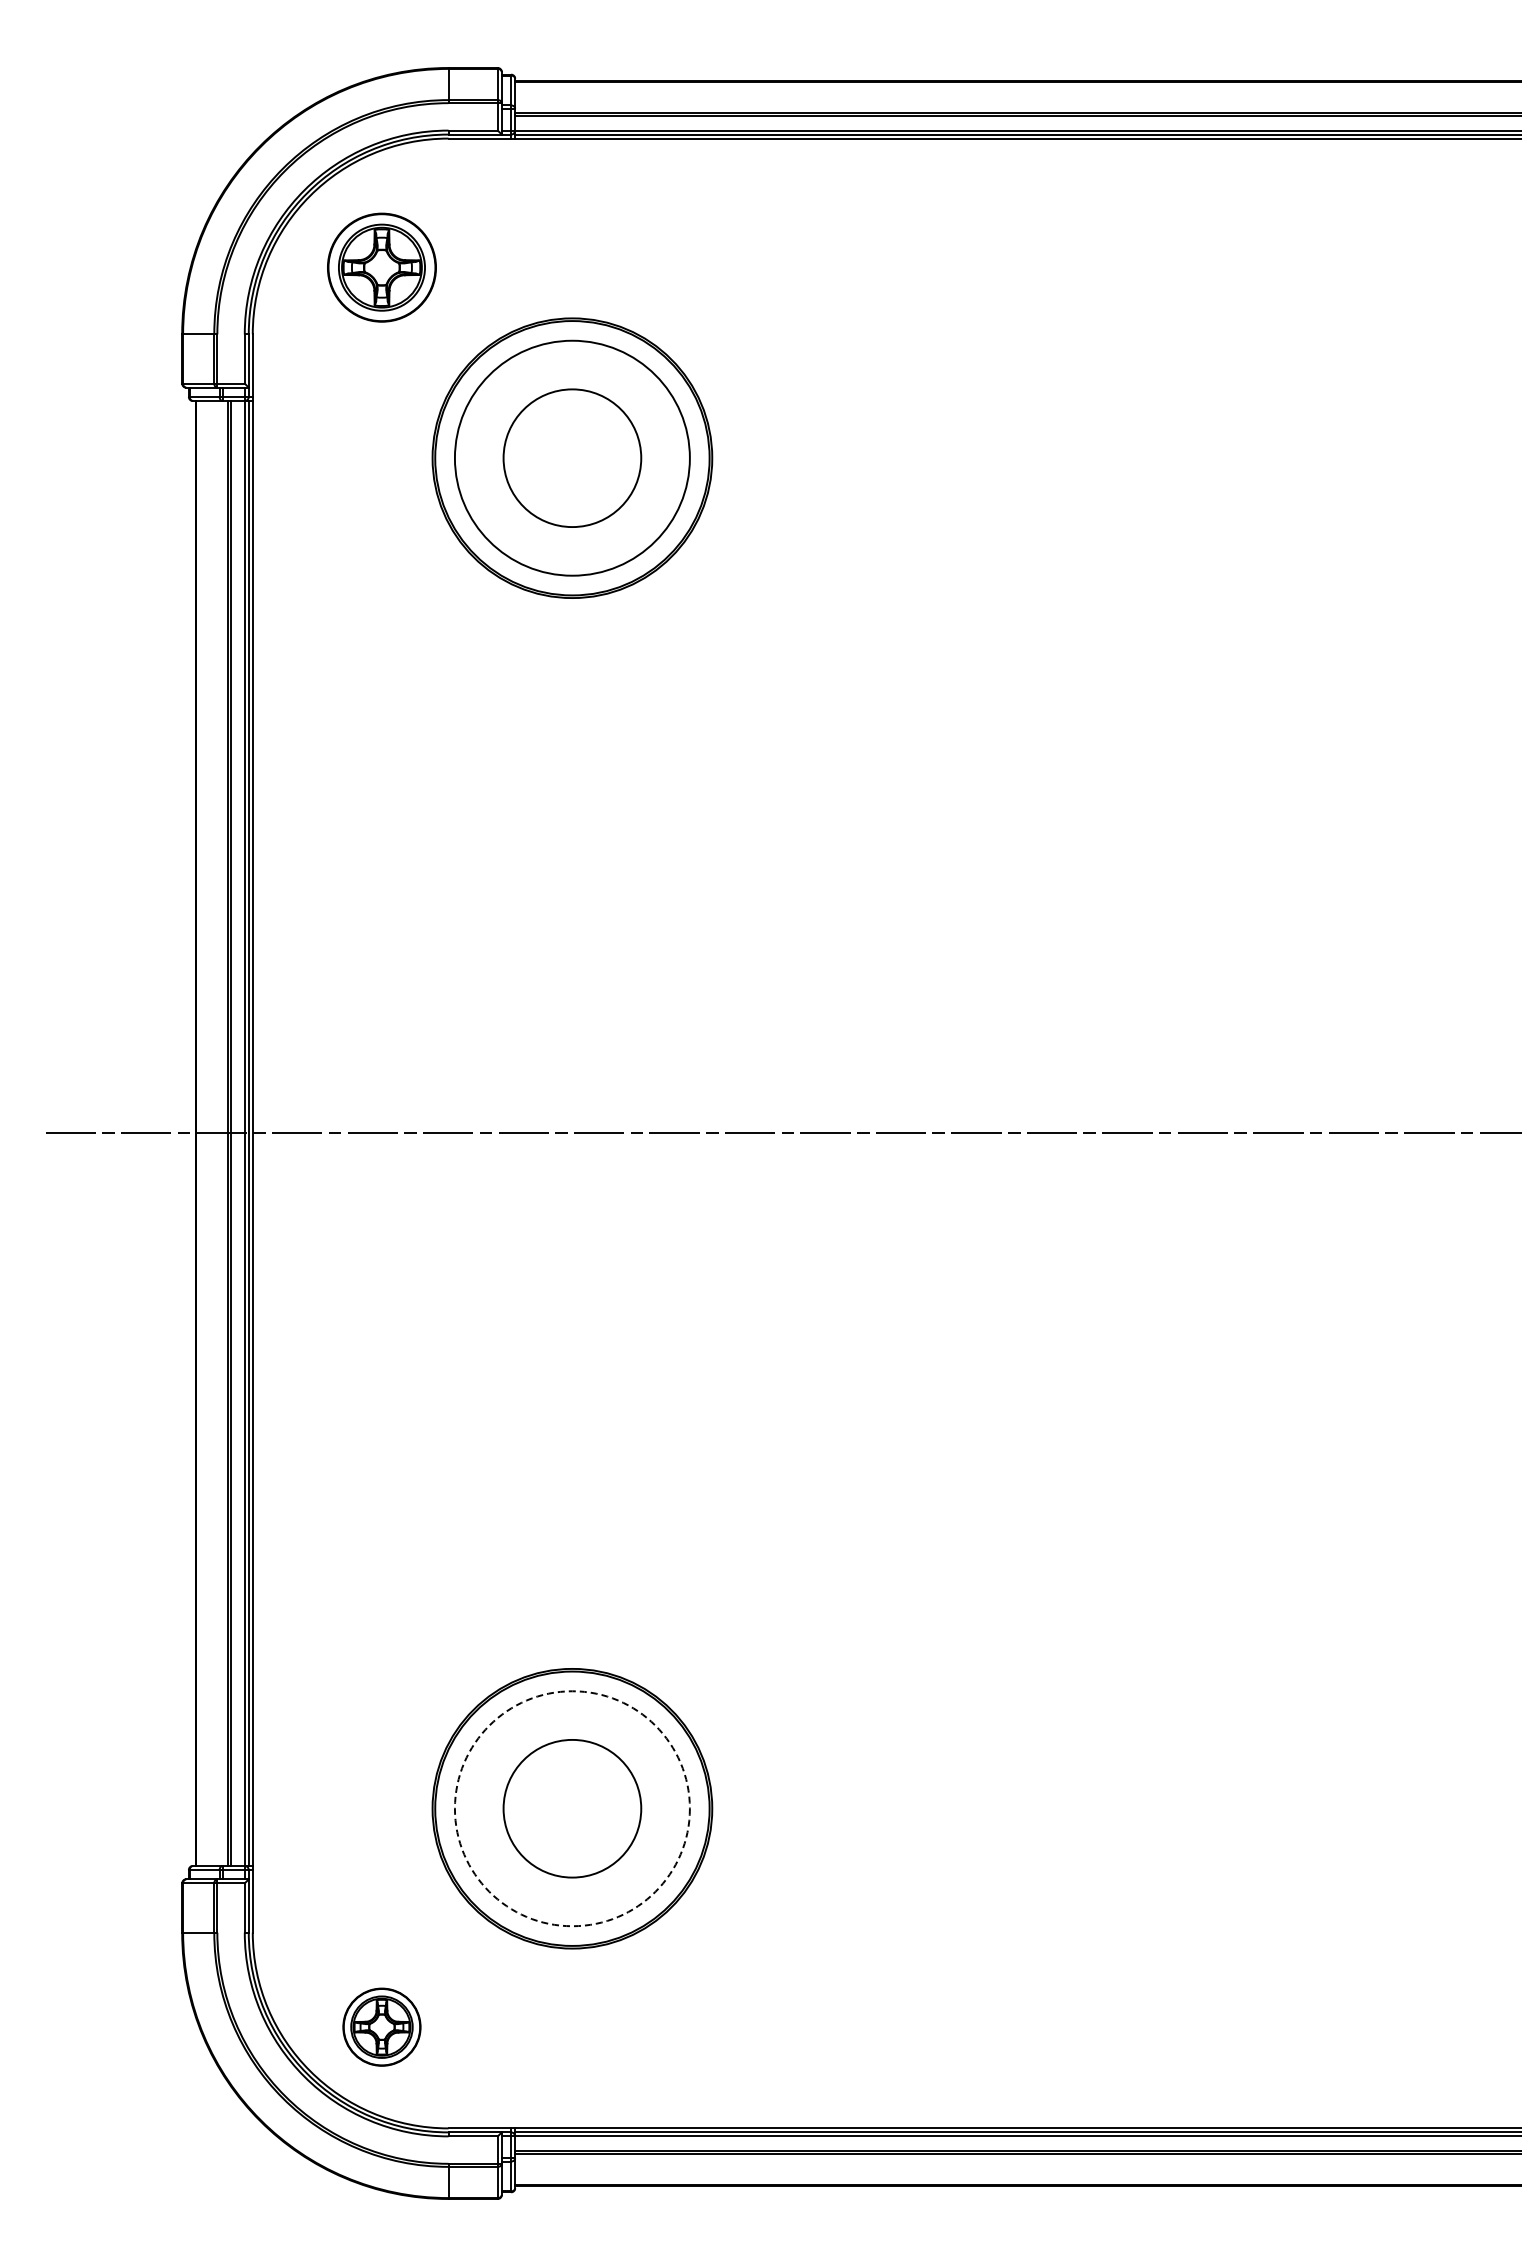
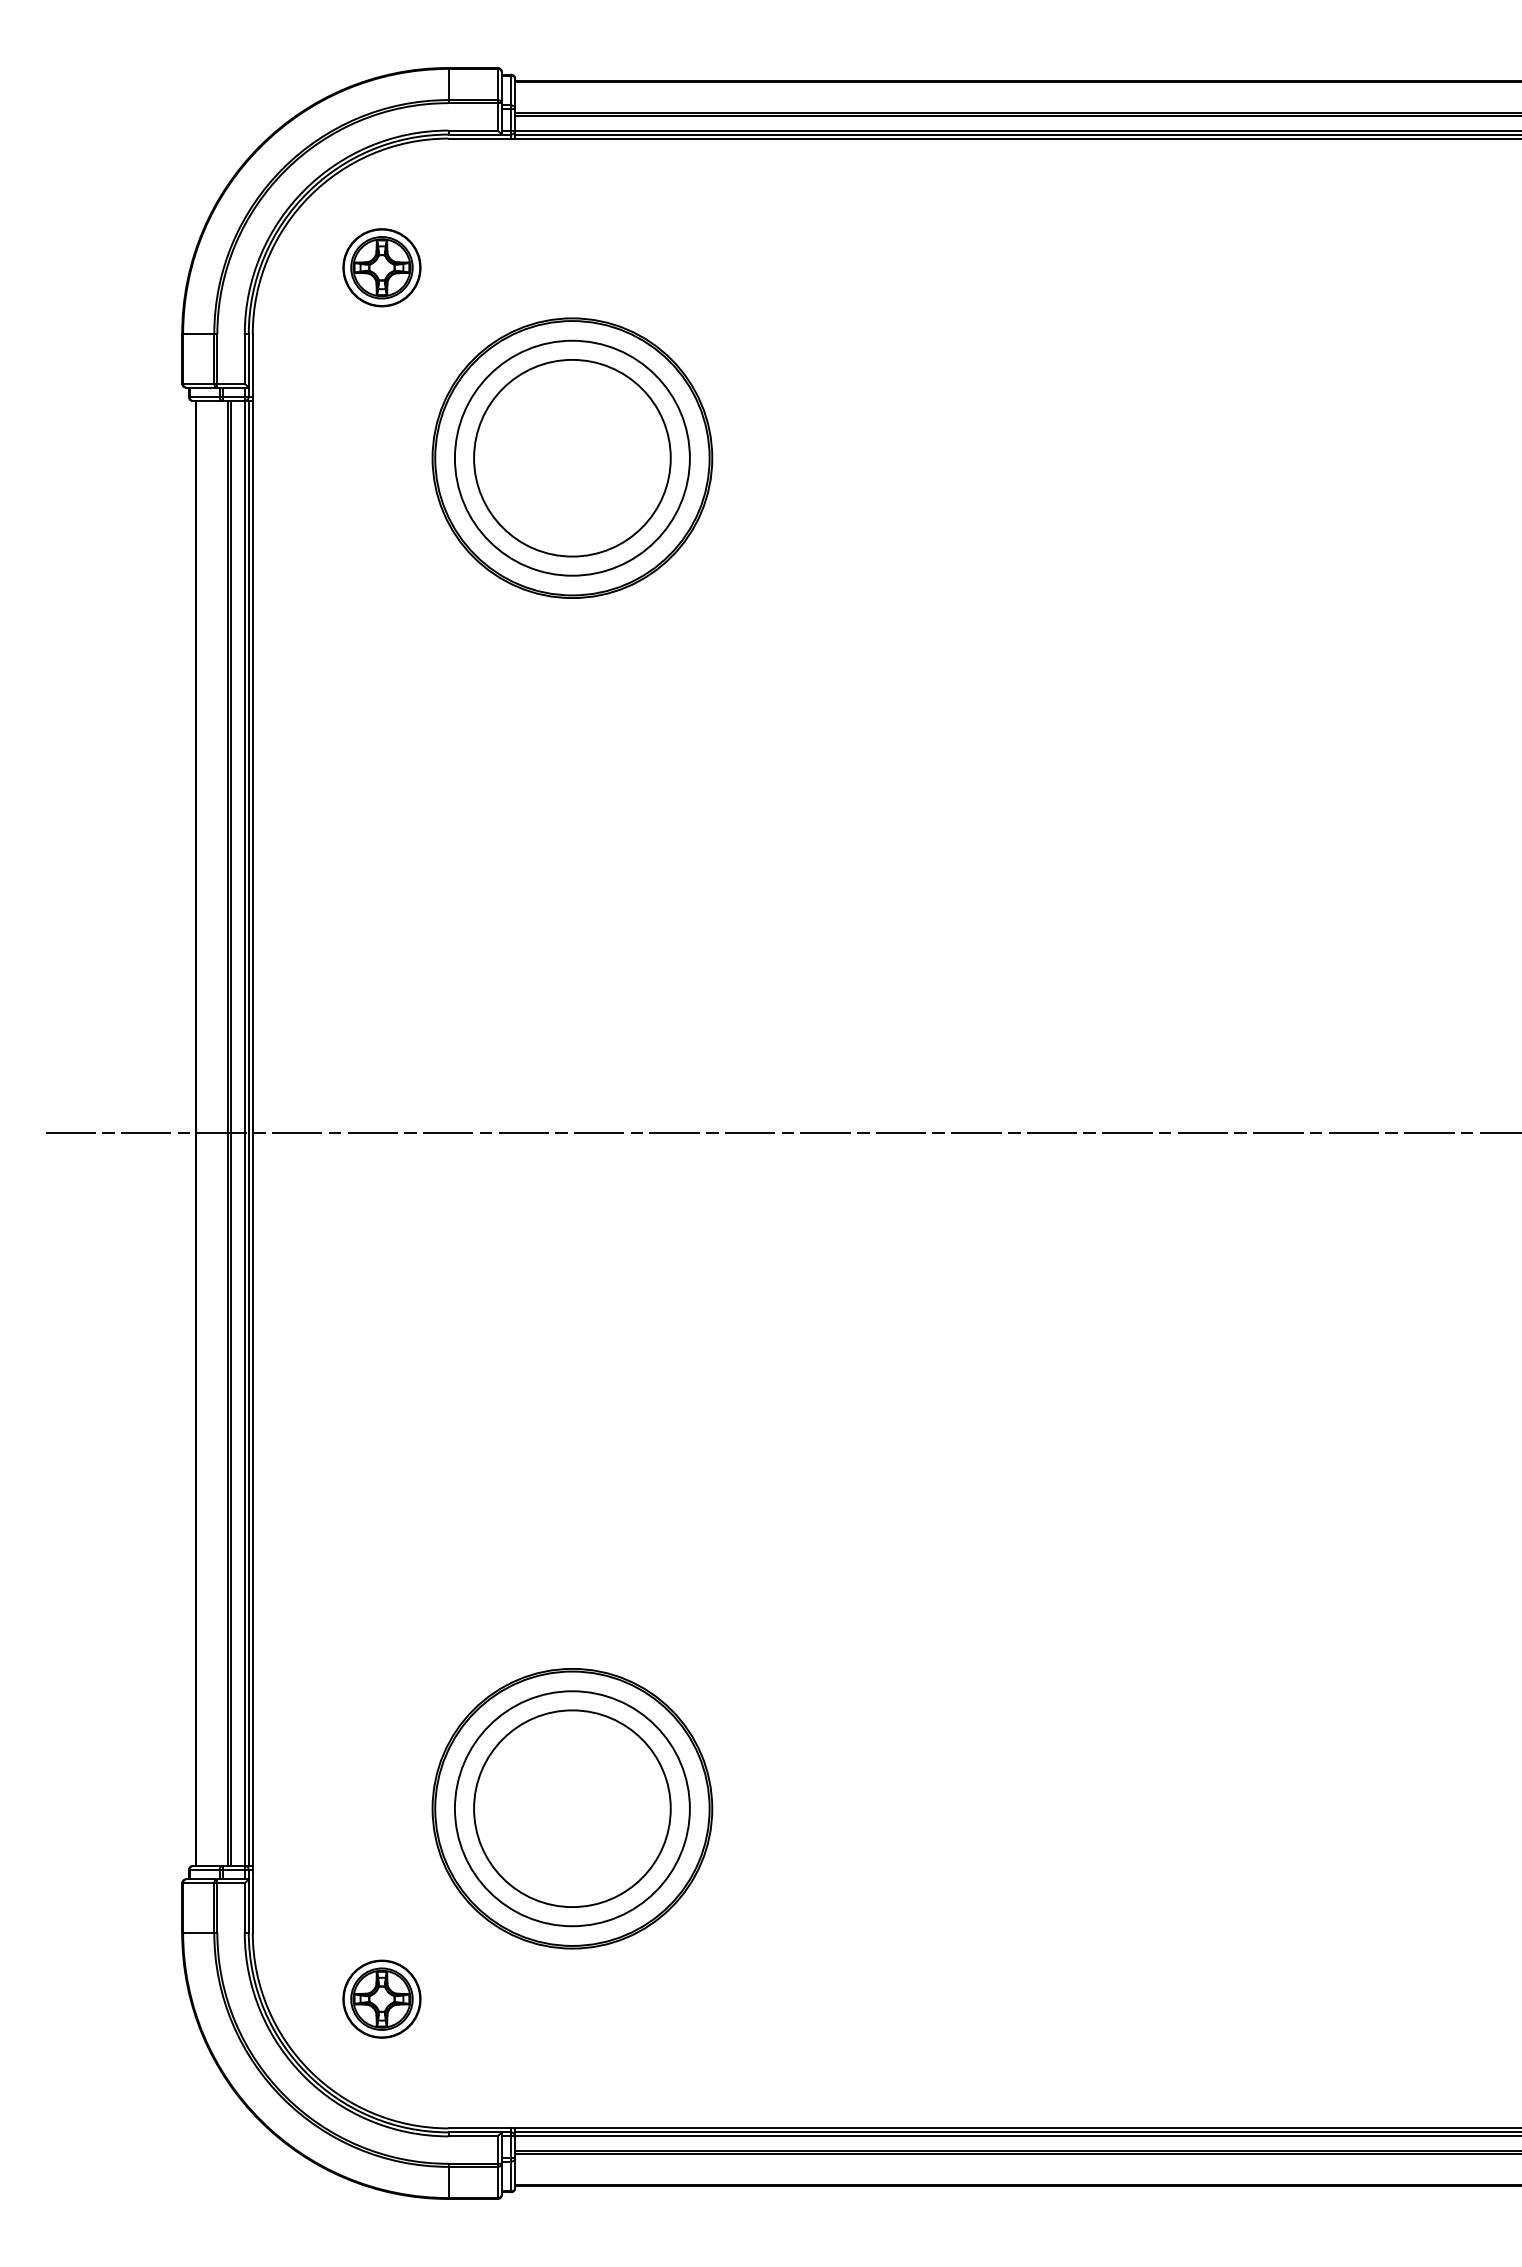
part at (381, 267) size: 110x111 px -> 80x80 px
circle at (572, 458) diameter: 138 px -> 197 px
circle at (571, 1808): dashed -> solid
circle at (572, 1808) diameter: 138 px -> 197 px
part at (381, 2026) position: (381, 2026) -> (381, 1998)
